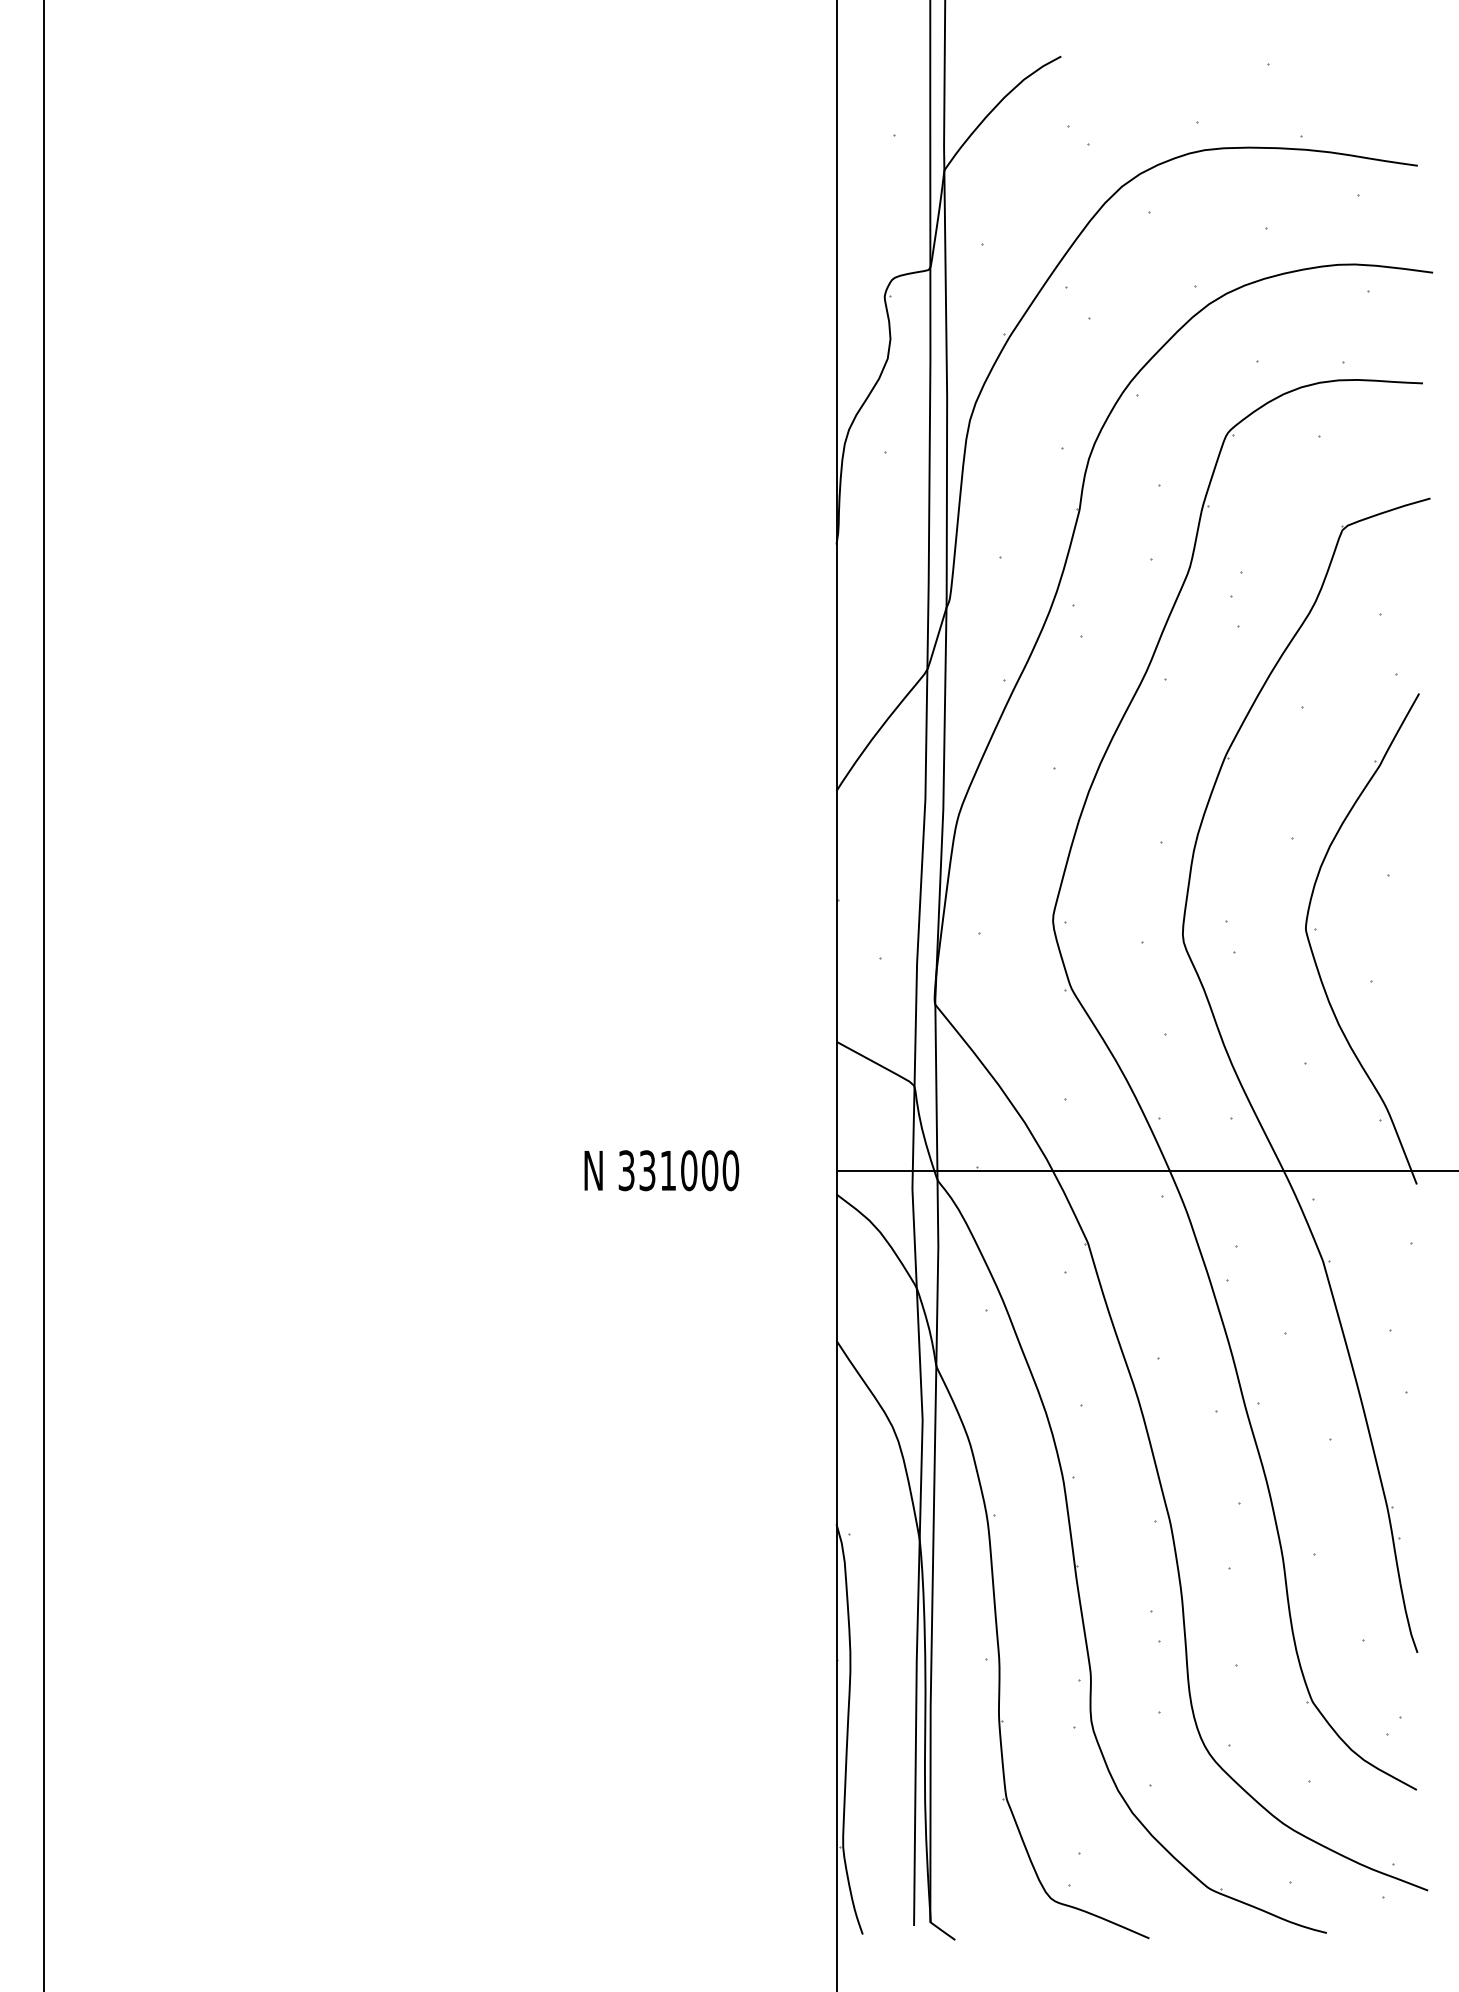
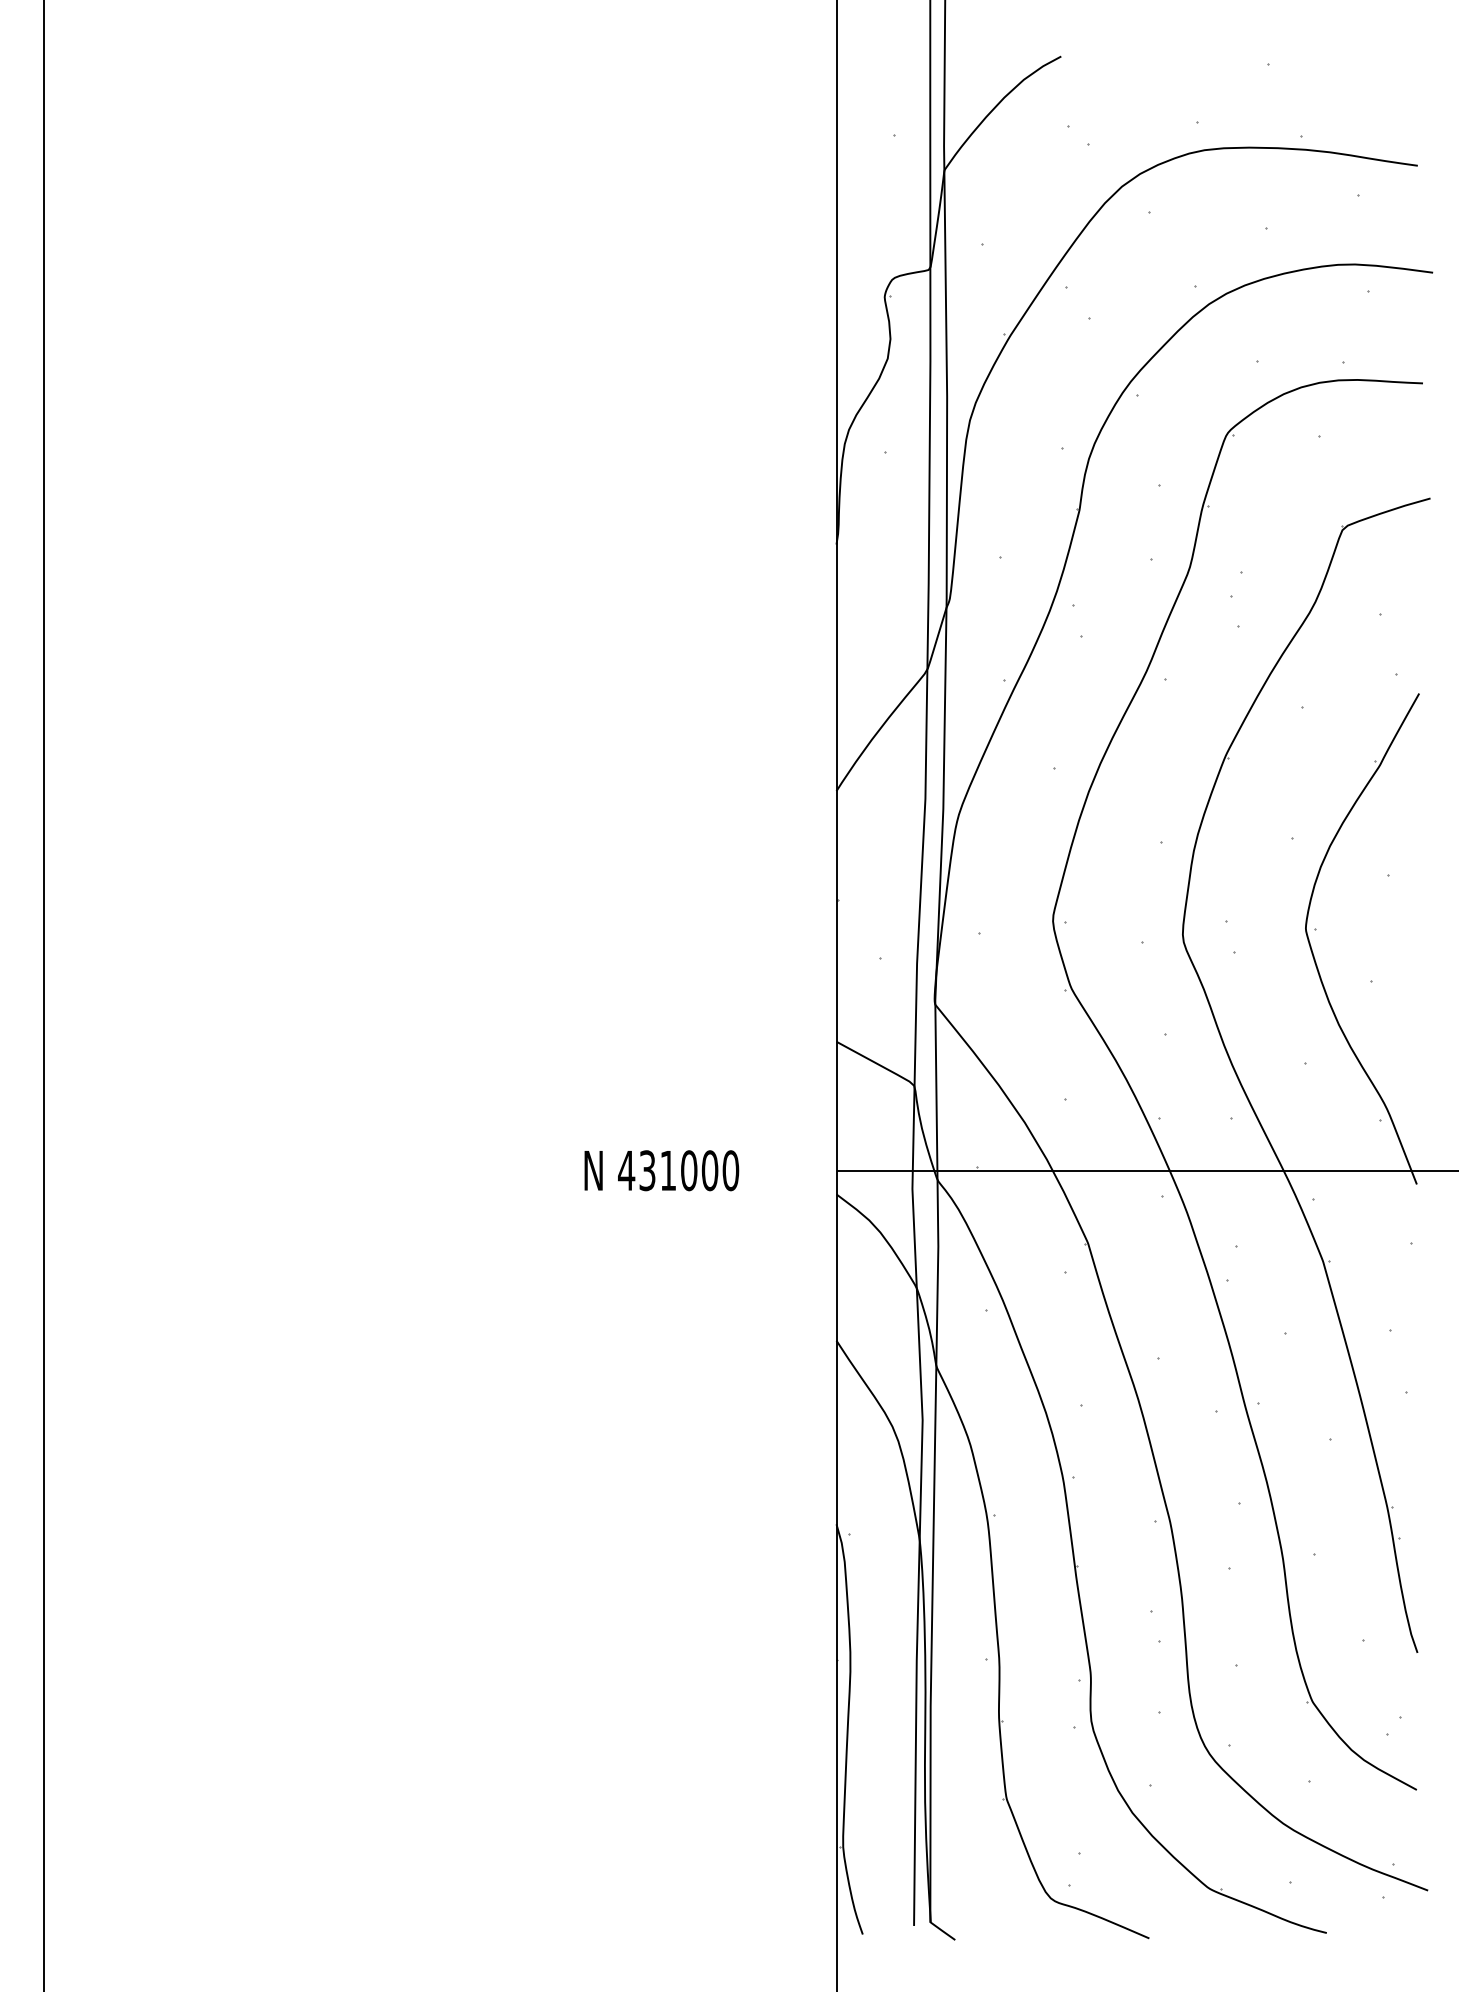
text at (626, 1170): 331000 -> 431000
